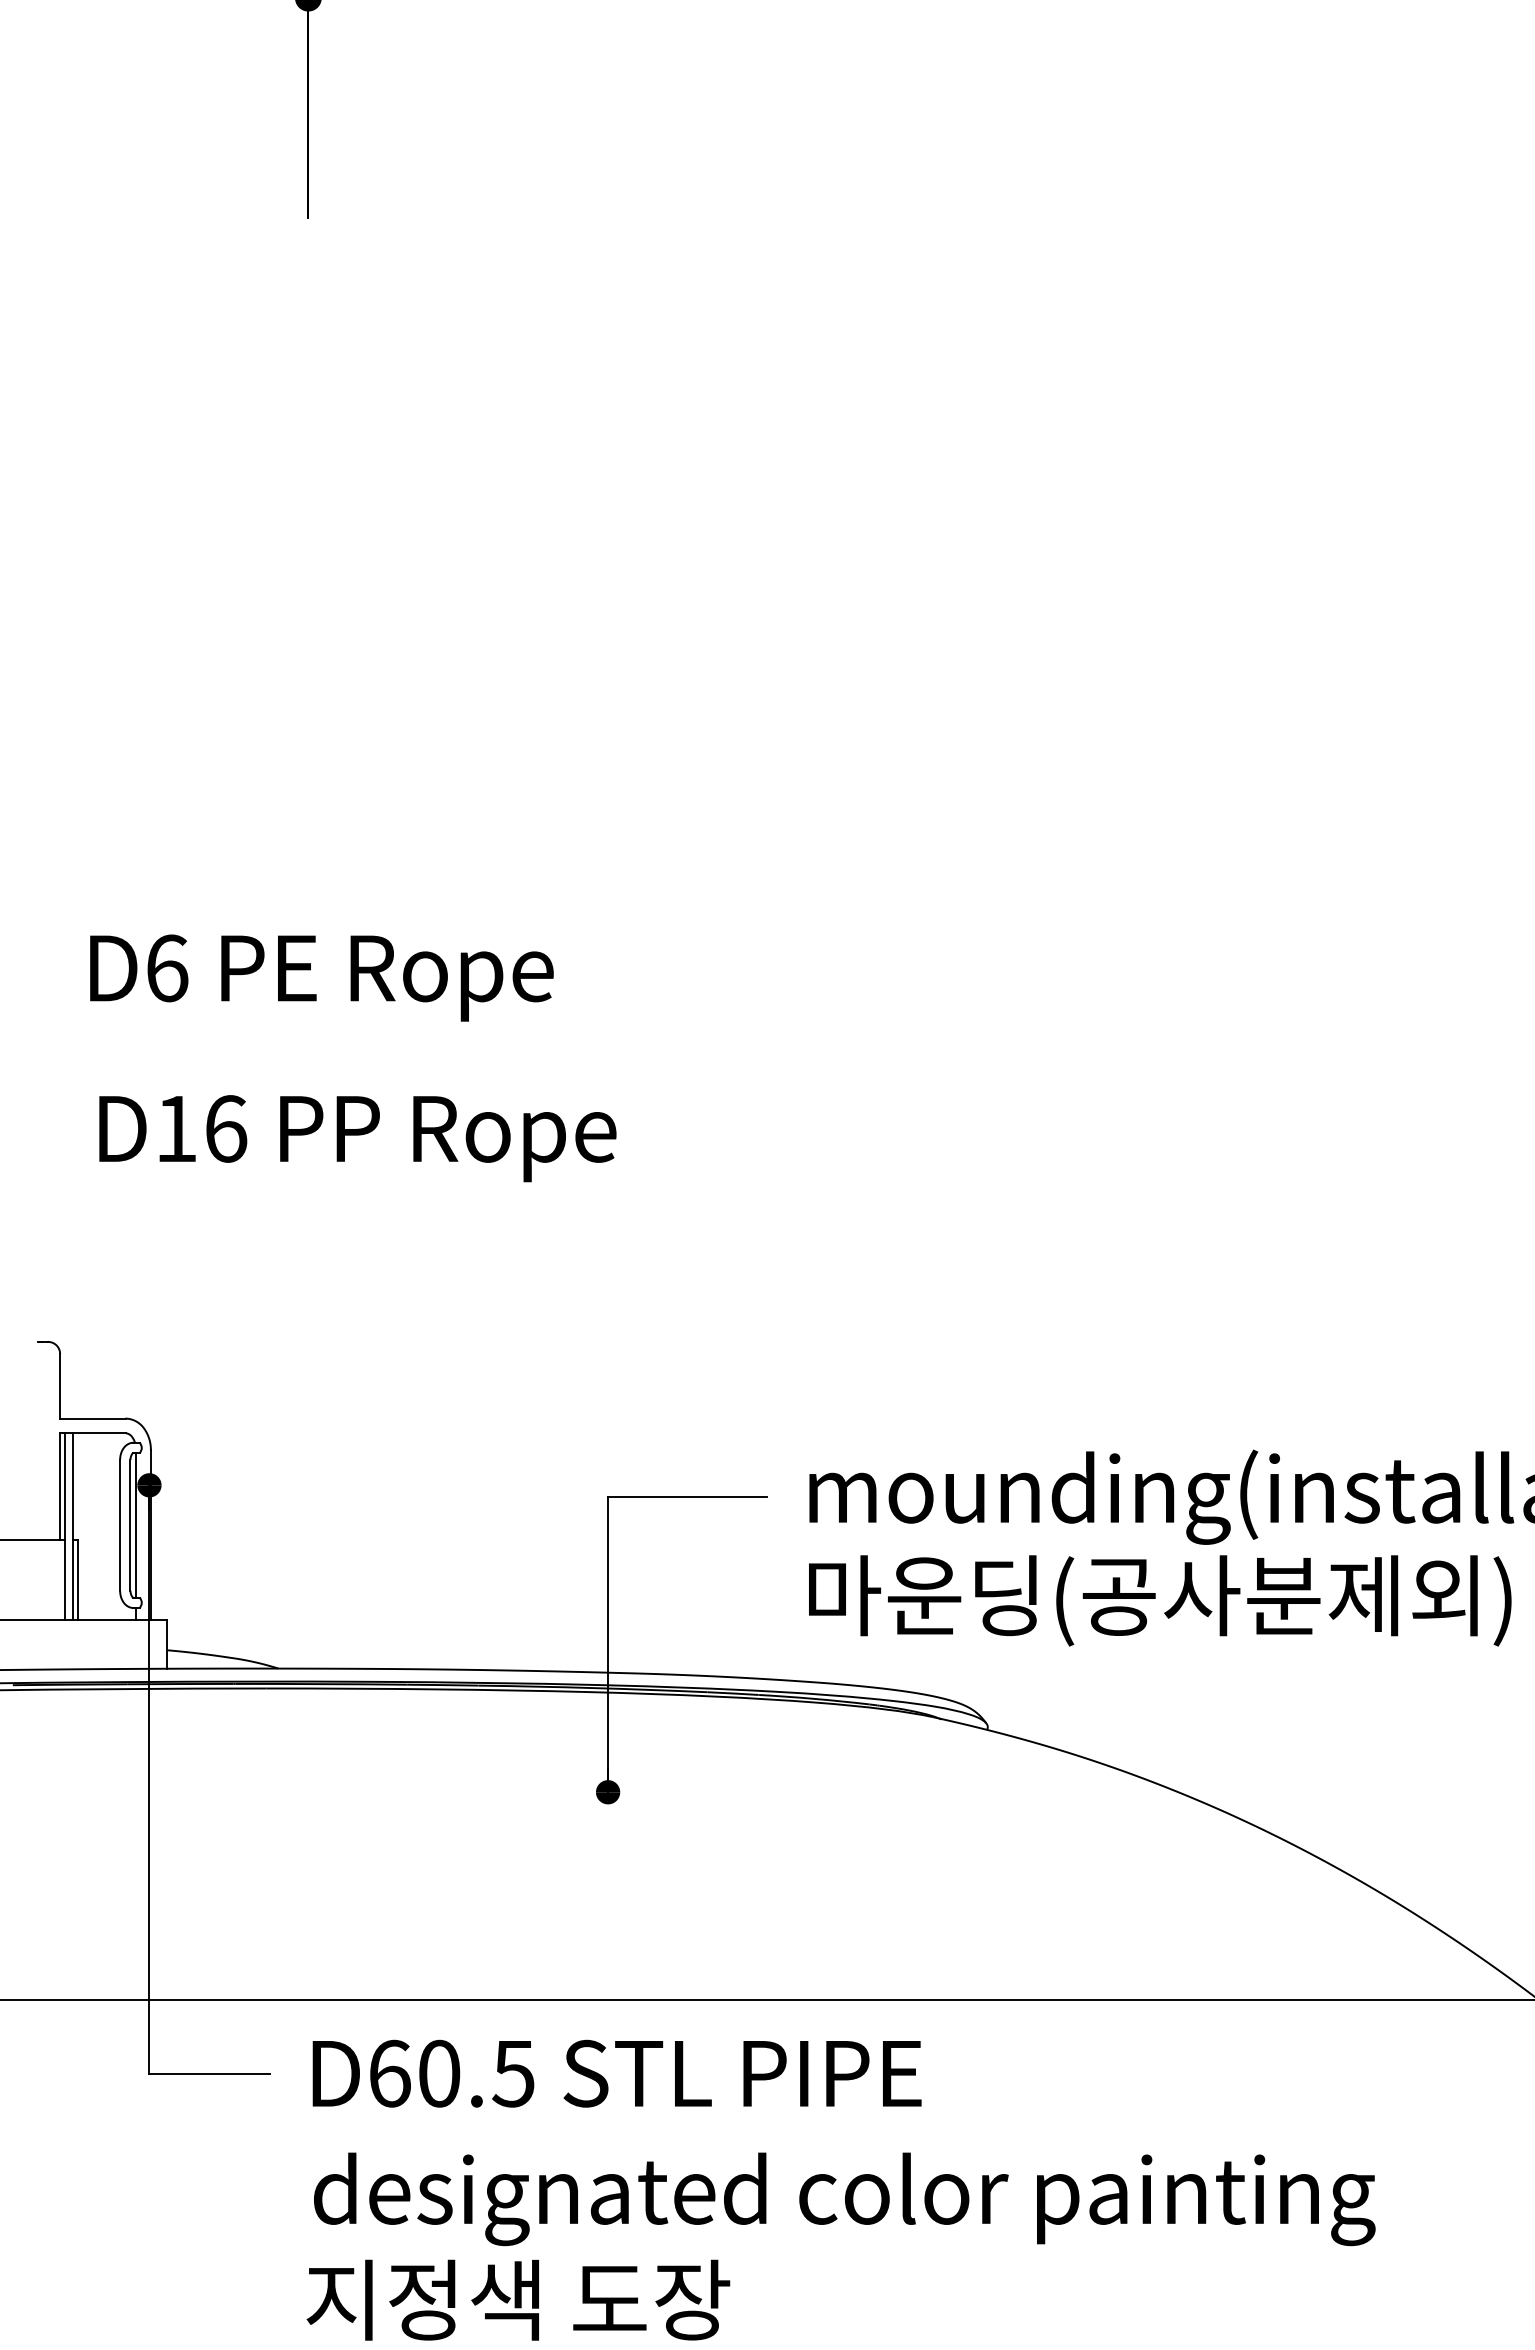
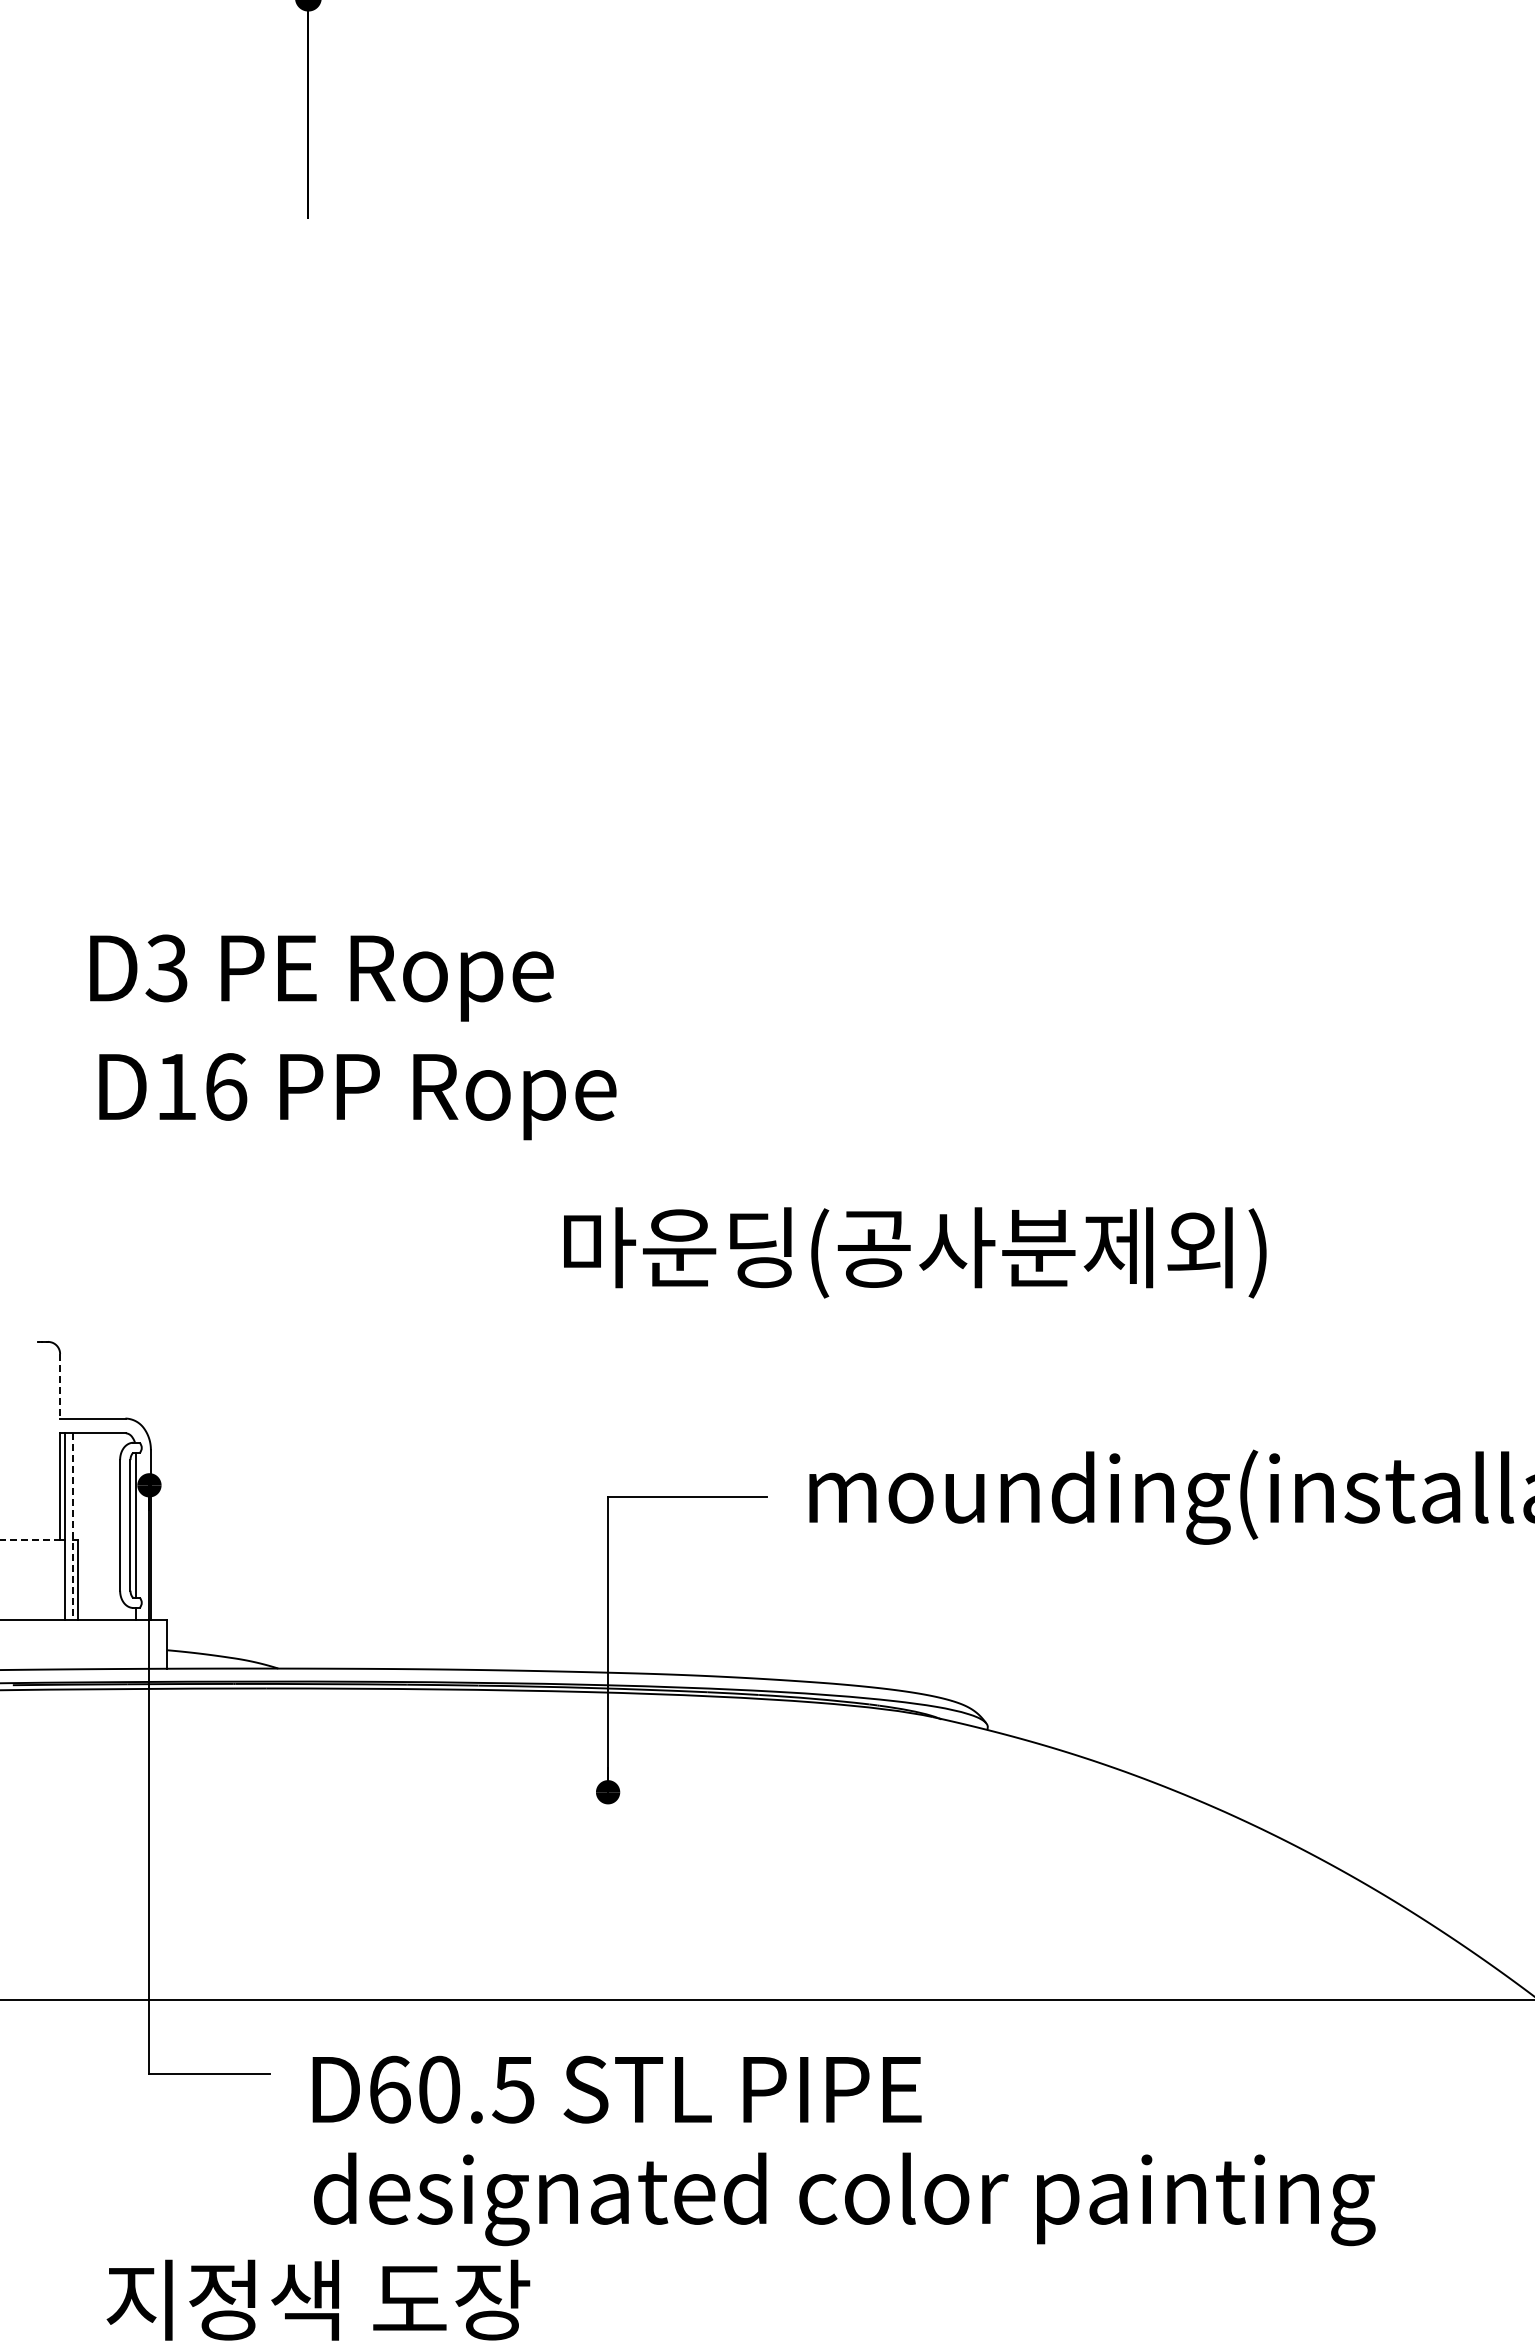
text at (166, 968): D6 -> D3
text at (357, 1138) position: (357, 1138) -> (357, 1096)
line at (60, 1386): solid -> dashed
line at (73, 1527): solid -> dashed
line at (30, 1540): solid -> dashed
text at (1160, 1600) position: (1160, 1600) -> (915, 1252)
text at (616, 2073) position: (616, 2073) -> (616, 2089)
text at (518, 2299) position: (518, 2299) -> (318, 2299)
